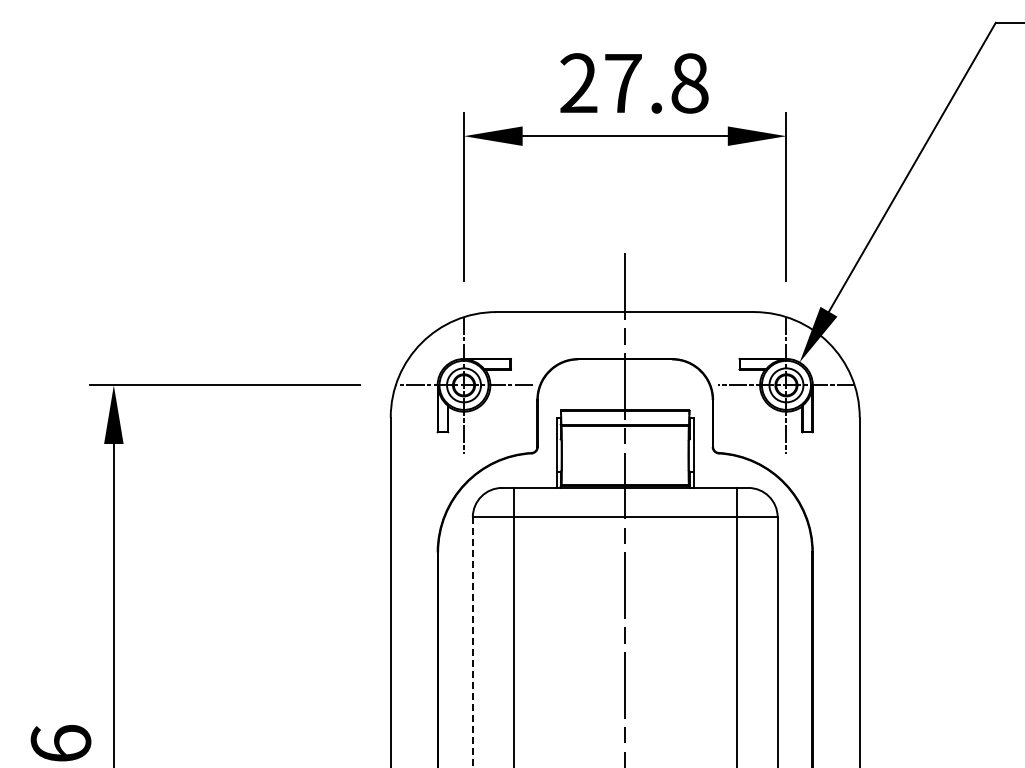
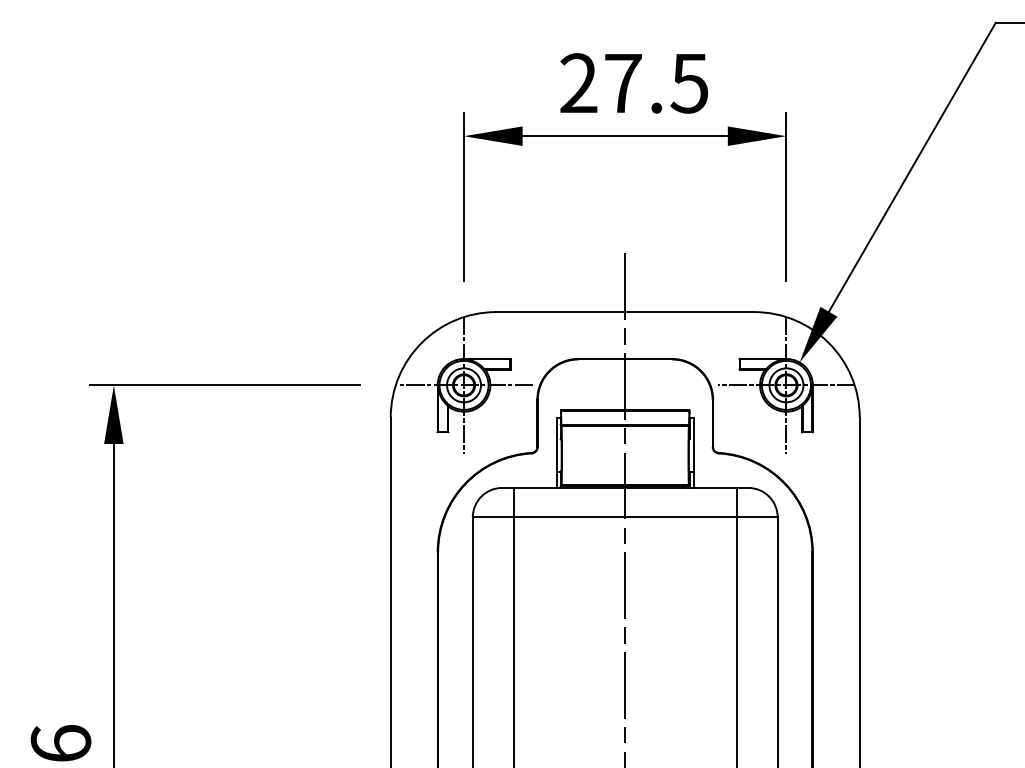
text at (689, 83): 27.8 -> 27.5
line at (472, 642): dashed -> solid
